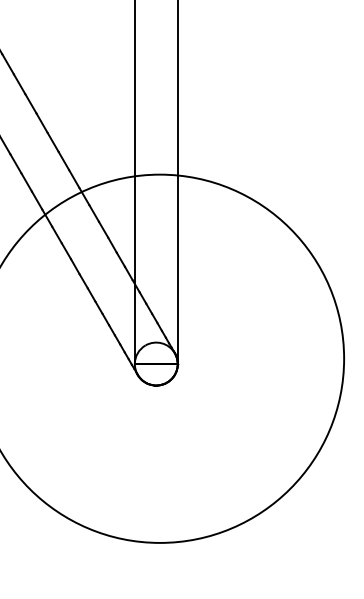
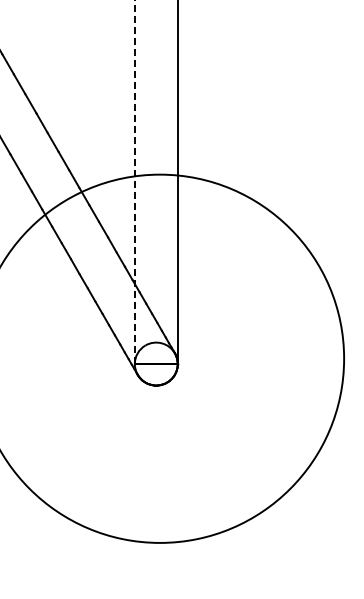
line at (134, 182): solid -> dashed
